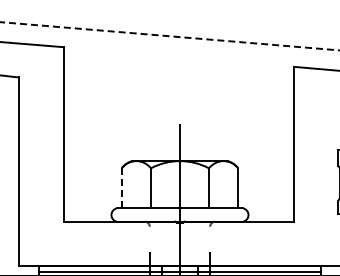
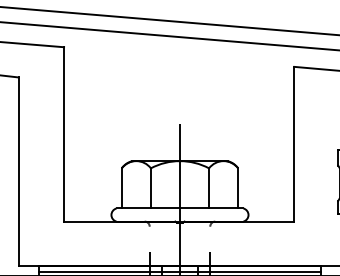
line at (169, 21): none -> present
line at (170, 36): dashed -> solid
line at (121, 188): dashed -> solid
